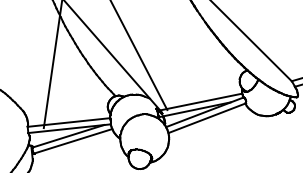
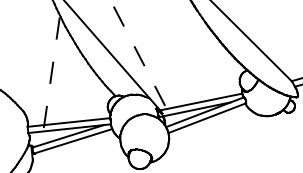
line at (138, 55): solid -> dashed
line at (53, 63): solid -> dashed
